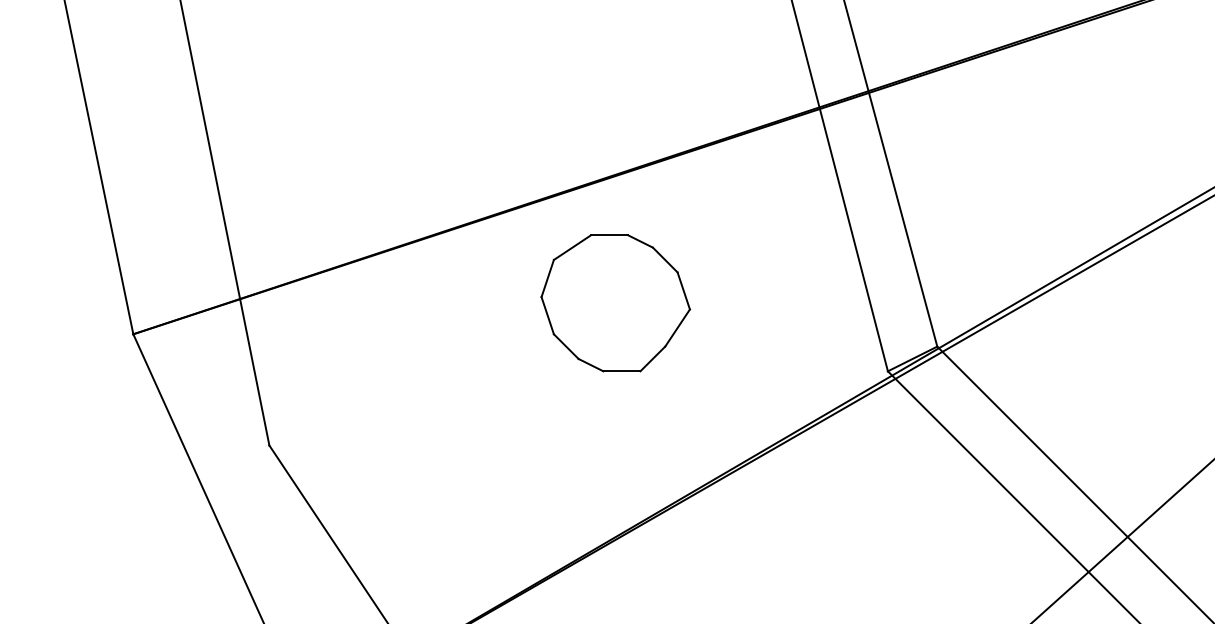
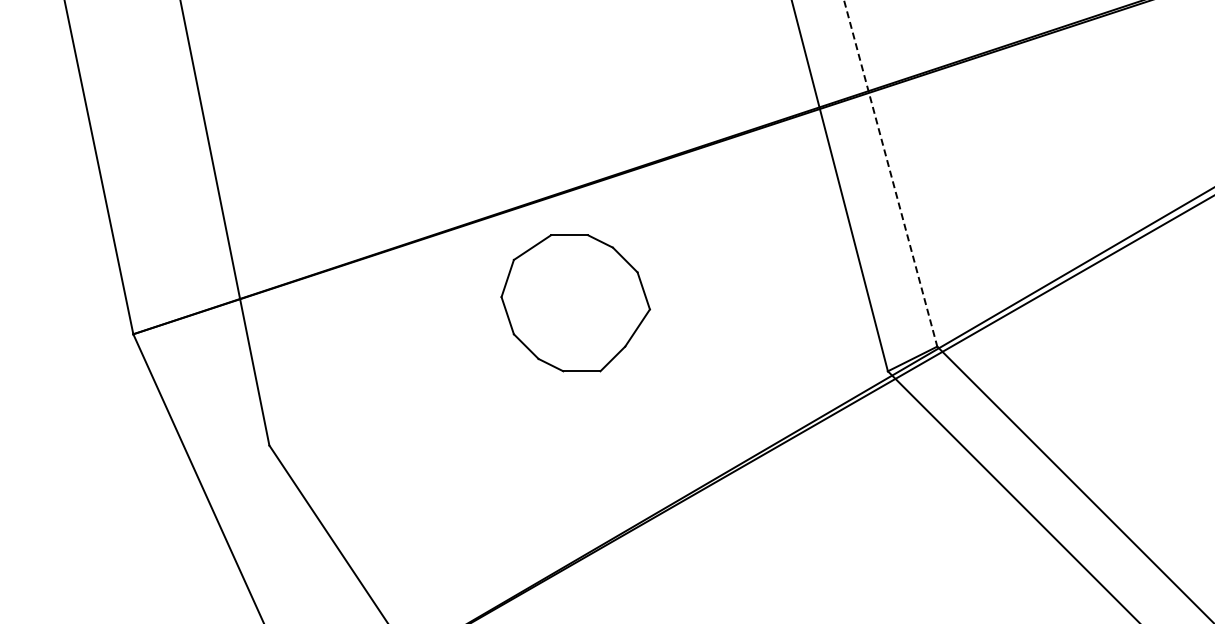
line at (890, 174): solid -> dashed
part at (615, 303) position: (615, 303) -> (575, 303)
line at (1122, 540): present -> none
